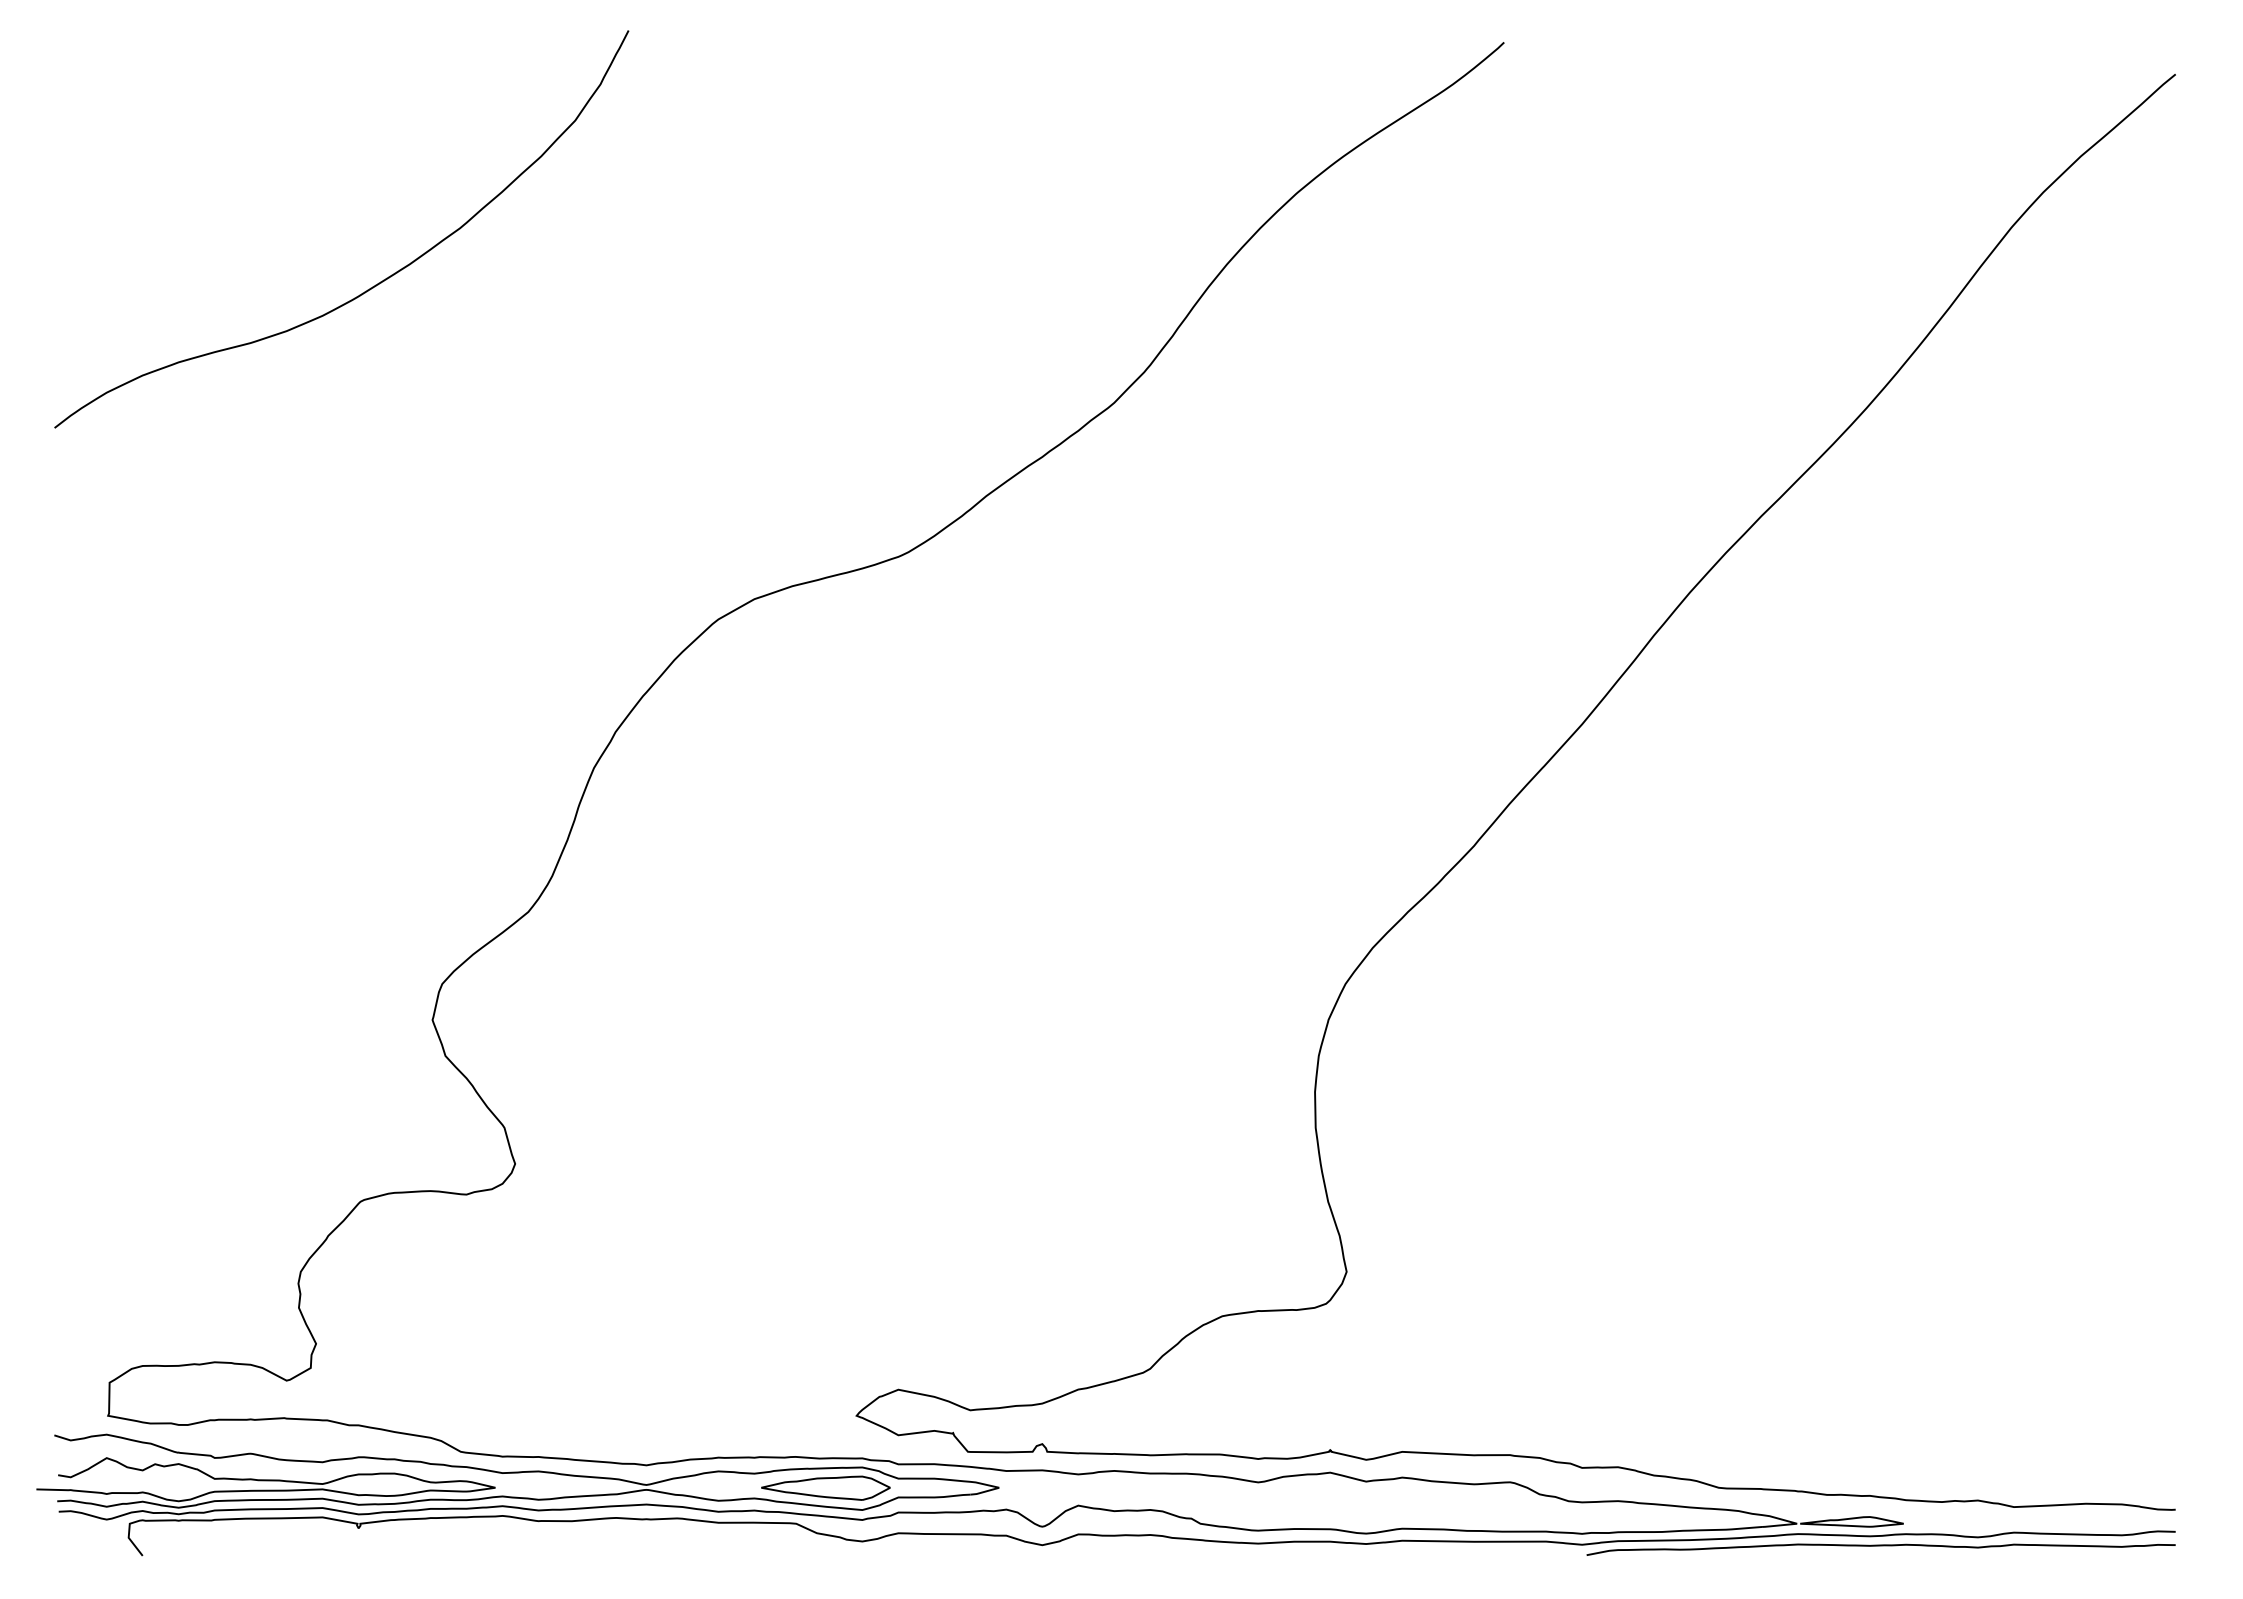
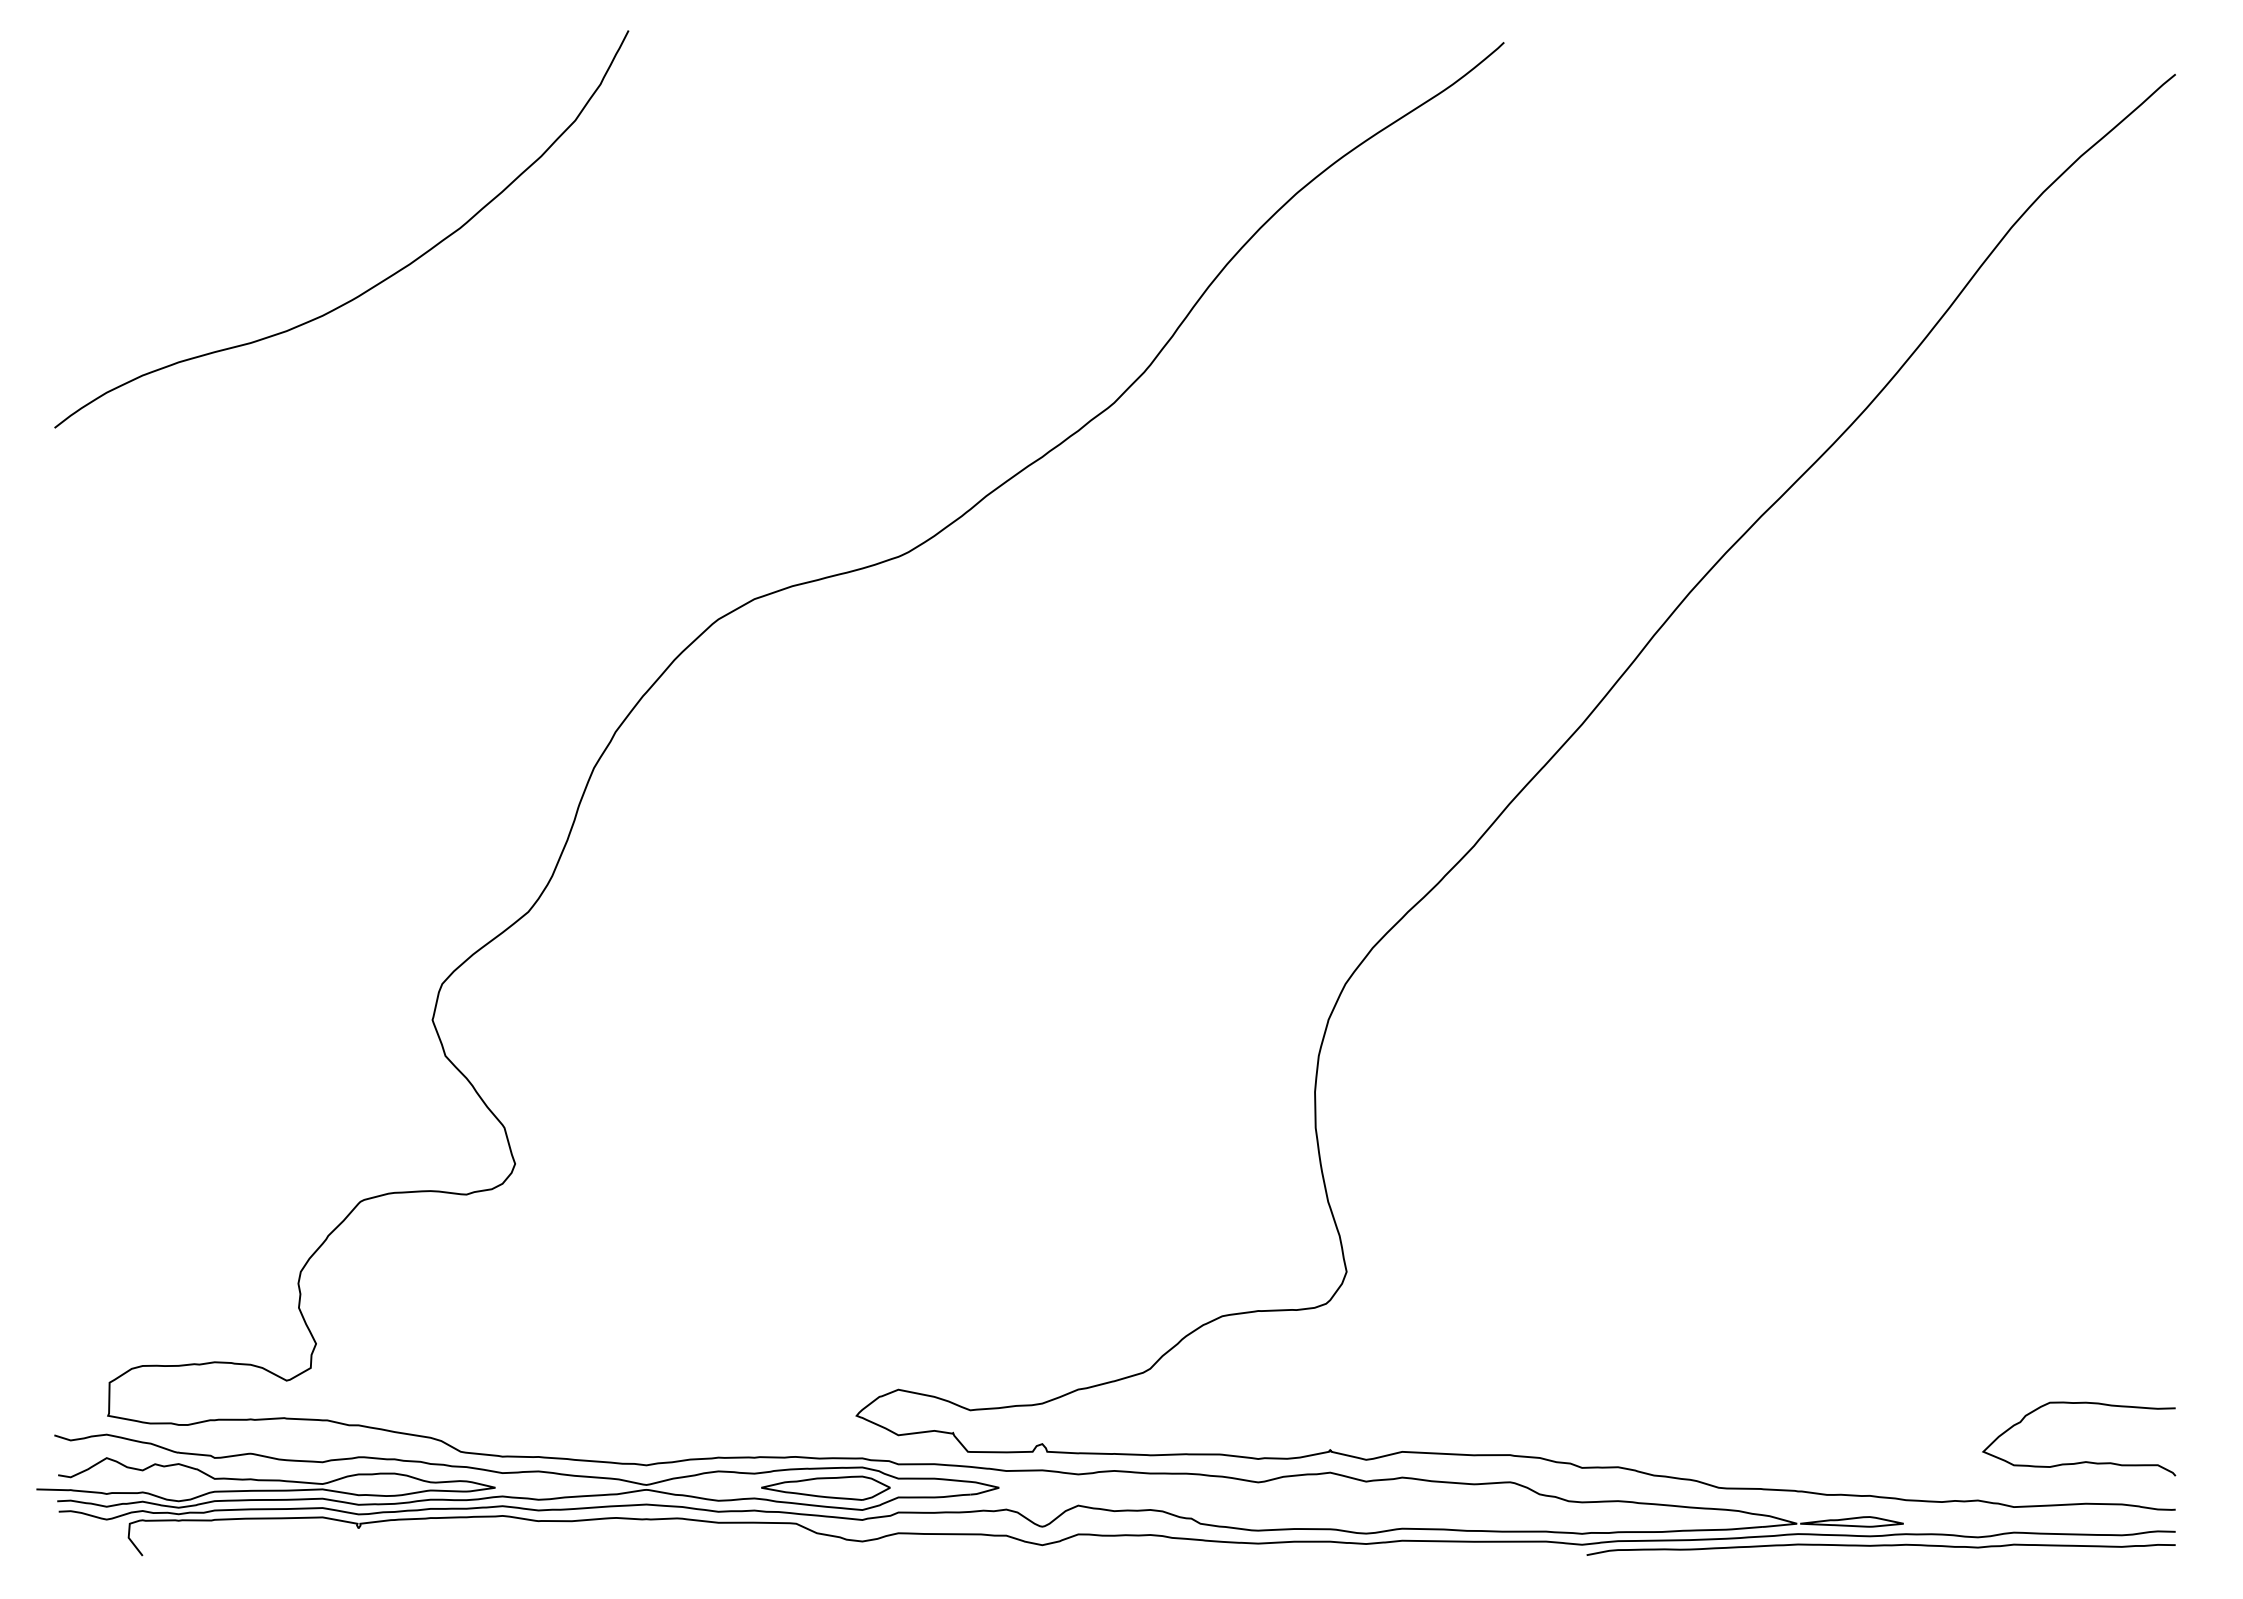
curve at (2081, 1461): none -> present
